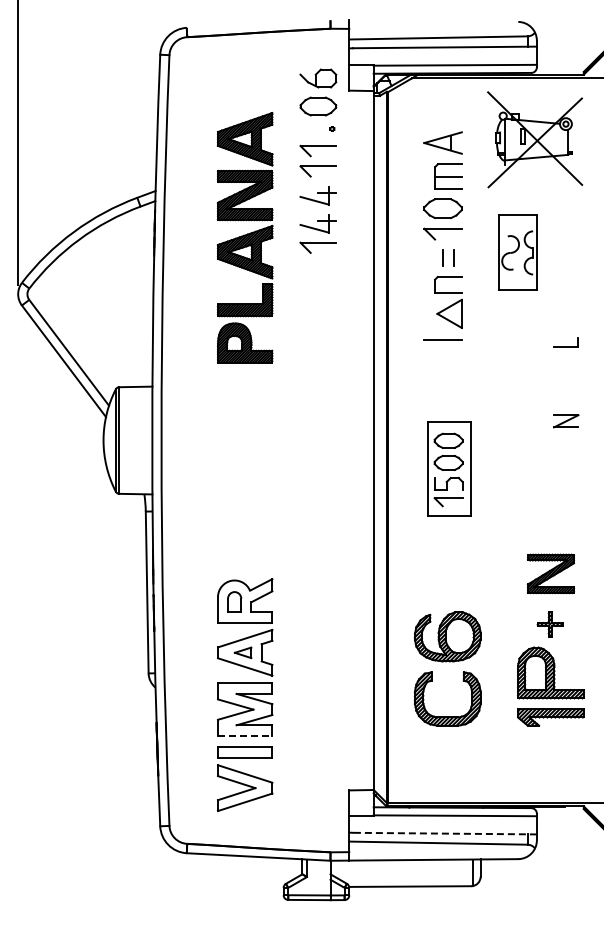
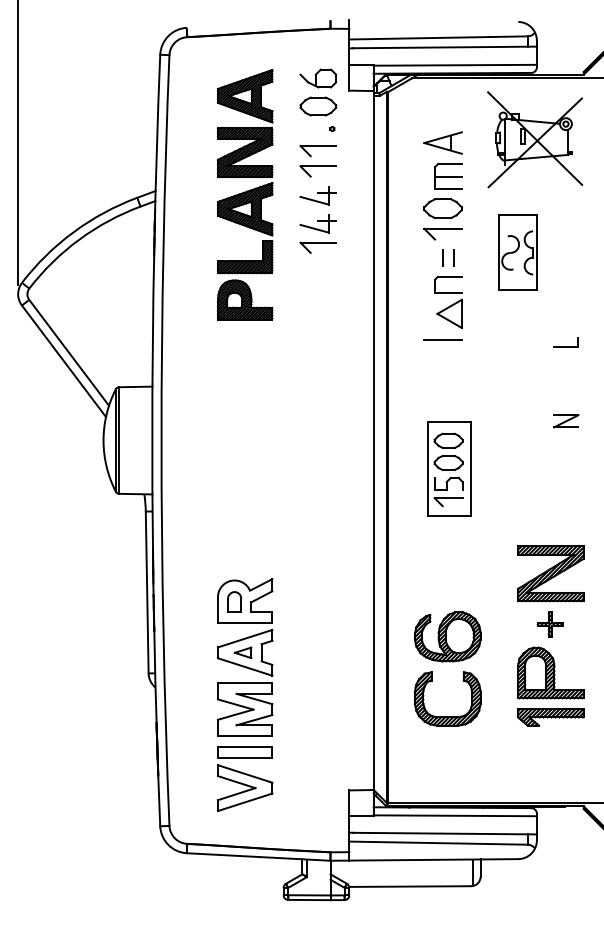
part at (244, 237) position: (244, 237) -> (244, 194)
part at (550, 573) size: 49x42 px -> 68x58 px
line at (245, 736): dashed -> solid
line at (444, 833): dashed -> solid
